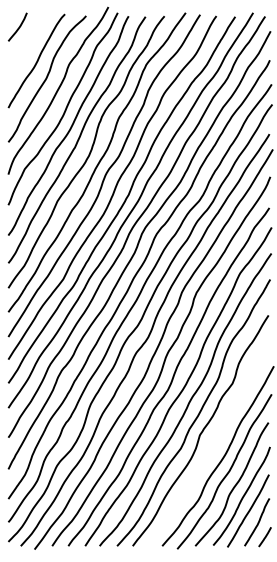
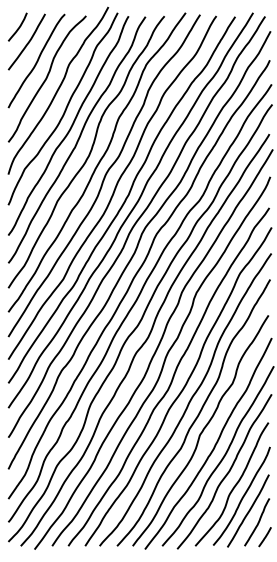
curve at (27, 42): none -> present
curve at (213, 446): none -> present
